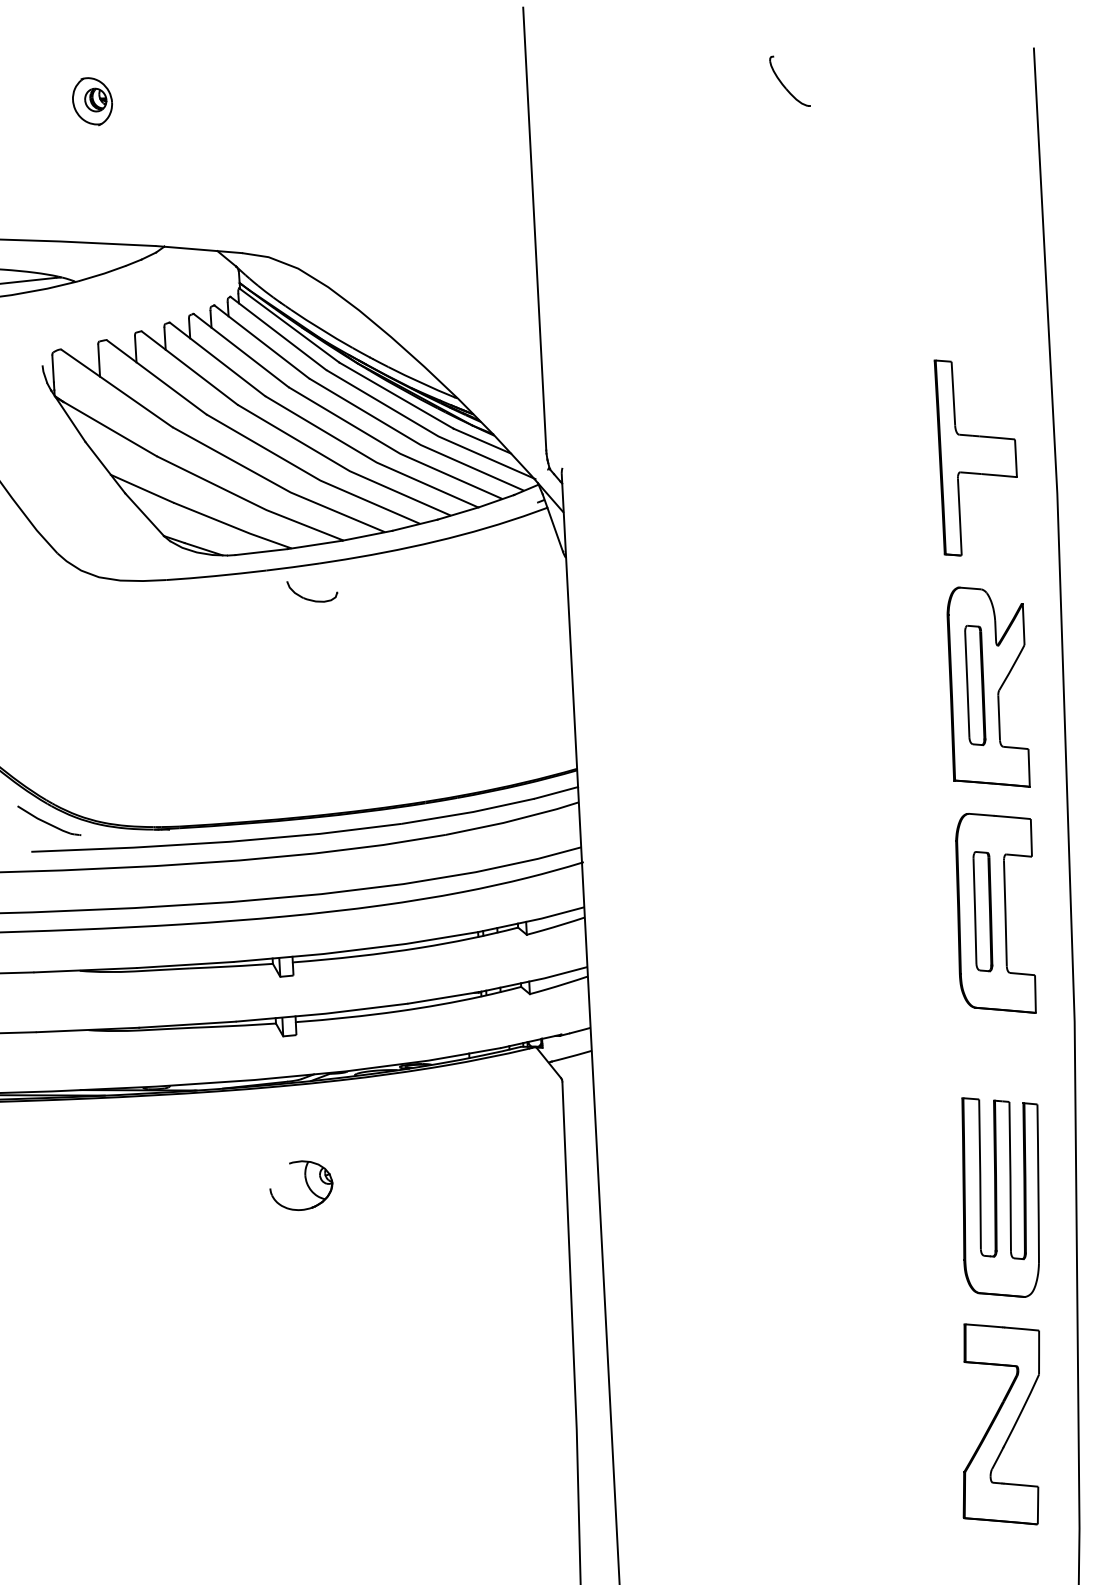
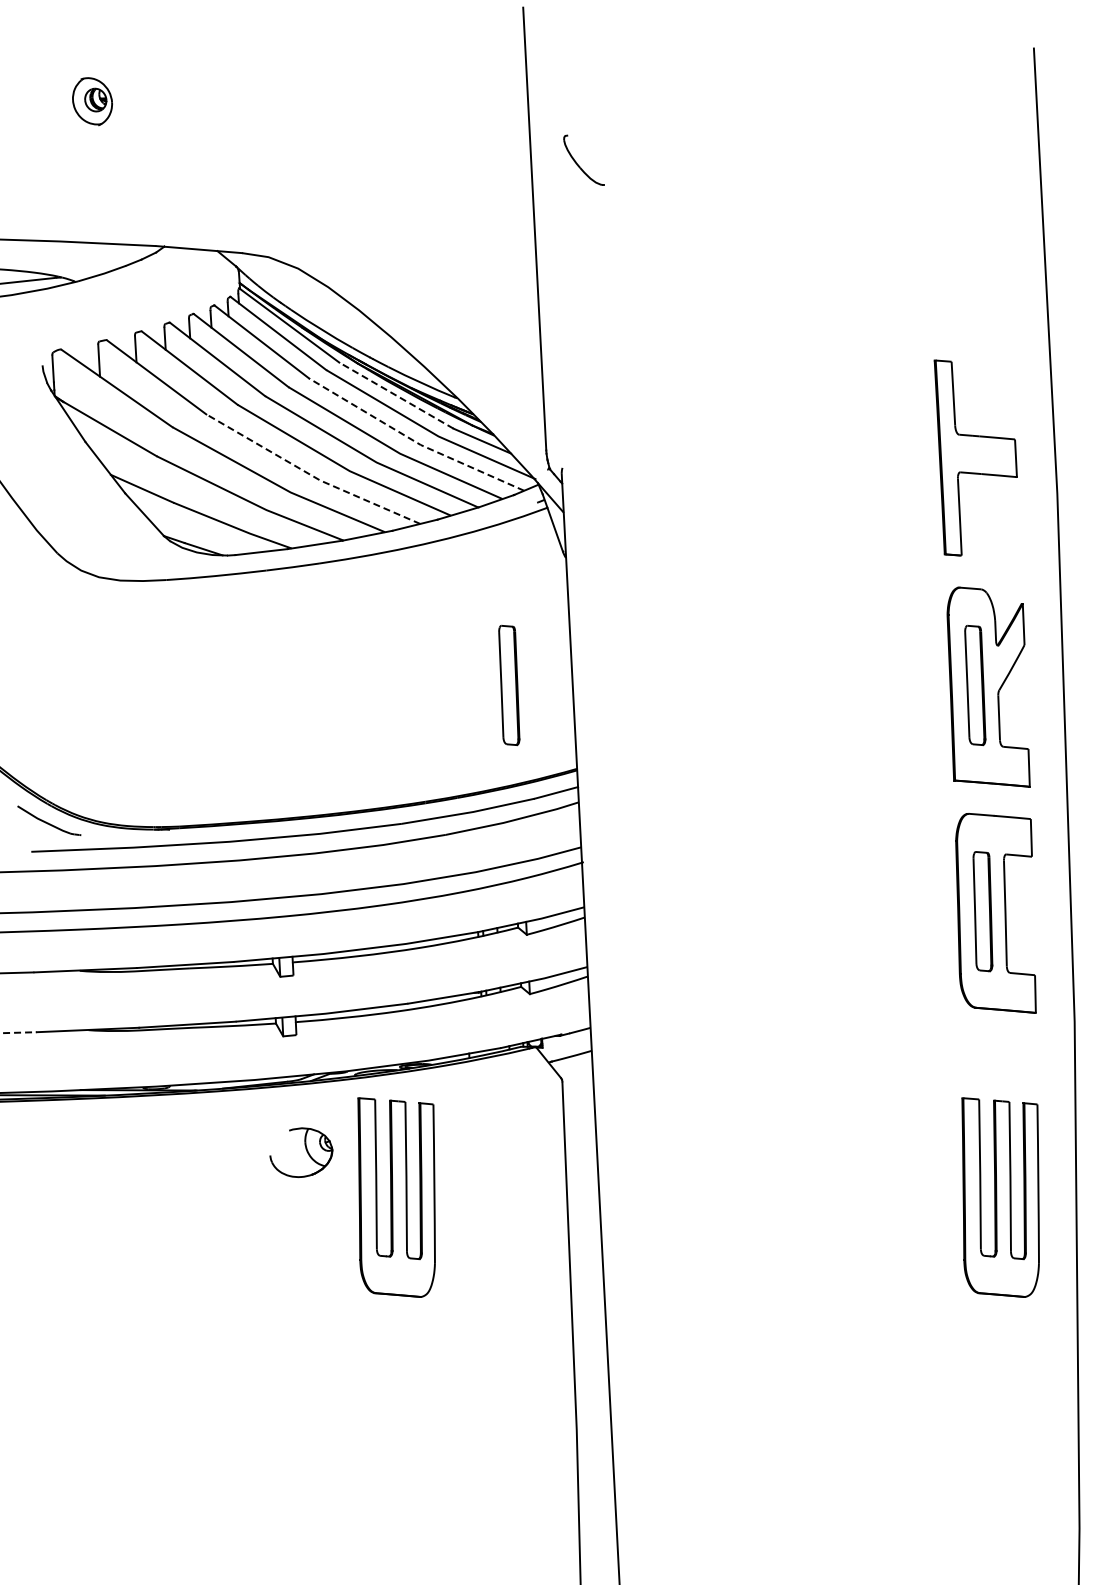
part at (784, 85) position: (784, 85) -> (578, 164)
line at (396, 395): solid -> dashed
line at (413, 440): solid -> dashed
line at (310, 474): solid -> dashed
part at (312, 599): present -> none
part at (509, 685): none -> present
line at (18, 1032): solid -> dashed
part at (301, 1185) position: (301, 1185) -> (301, 1152)
part at (396, 1197): none -> present
part at (1000, 1424): present -> none
